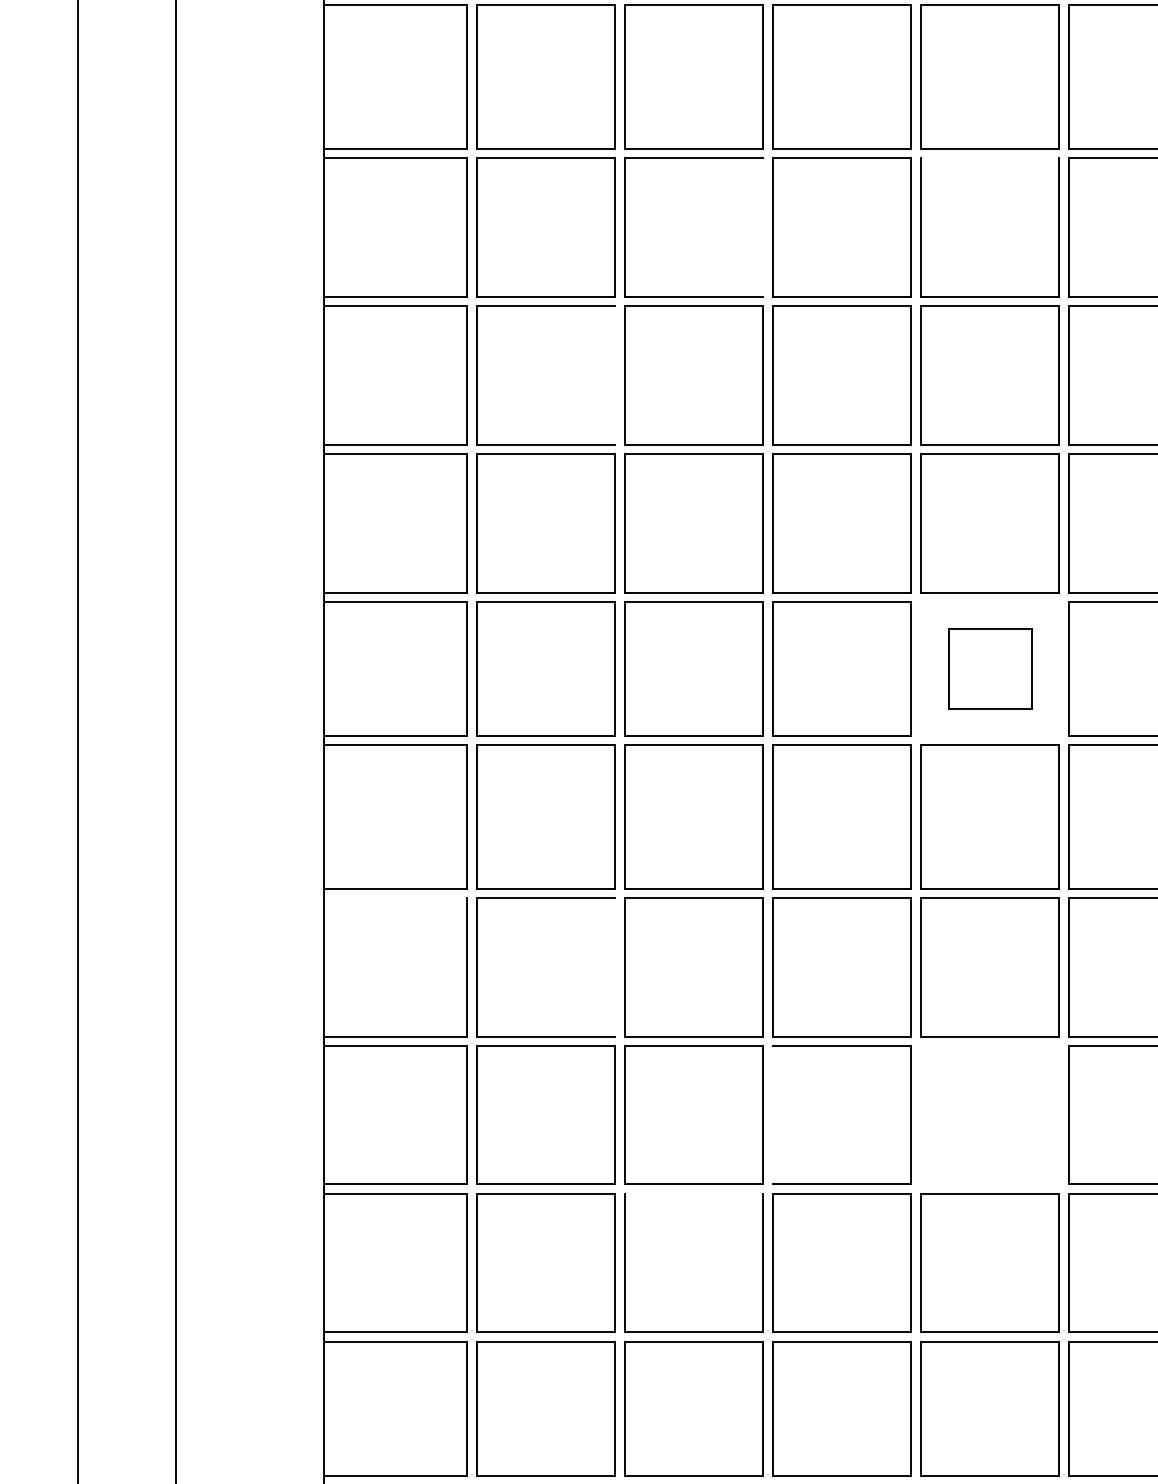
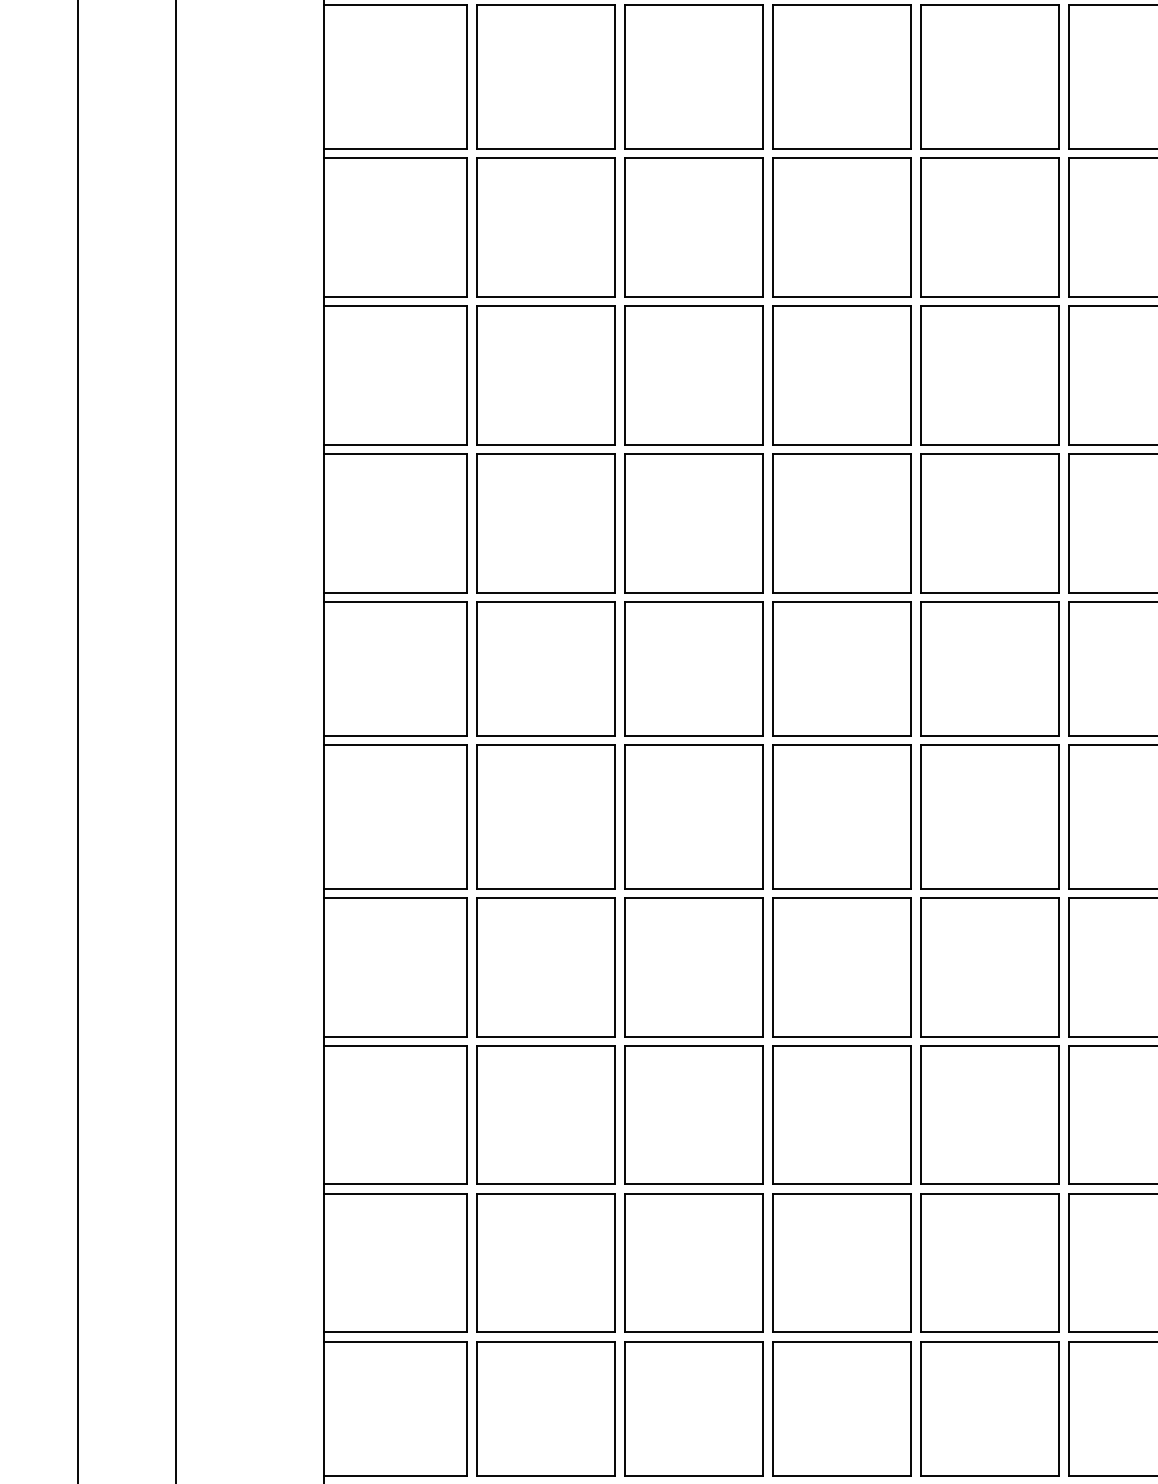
line at (990, 158): none -> present
line at (763, 227): none -> present
line at (615, 375): none -> present
part at (990, 668) size: 85x82 px -> 140x136 px
line at (395, 898): none -> present
line at (615, 967): none -> present
part at (989, 1114): none -> present
line at (773, 1115): none -> present
line at (694, 1194): none -> present
